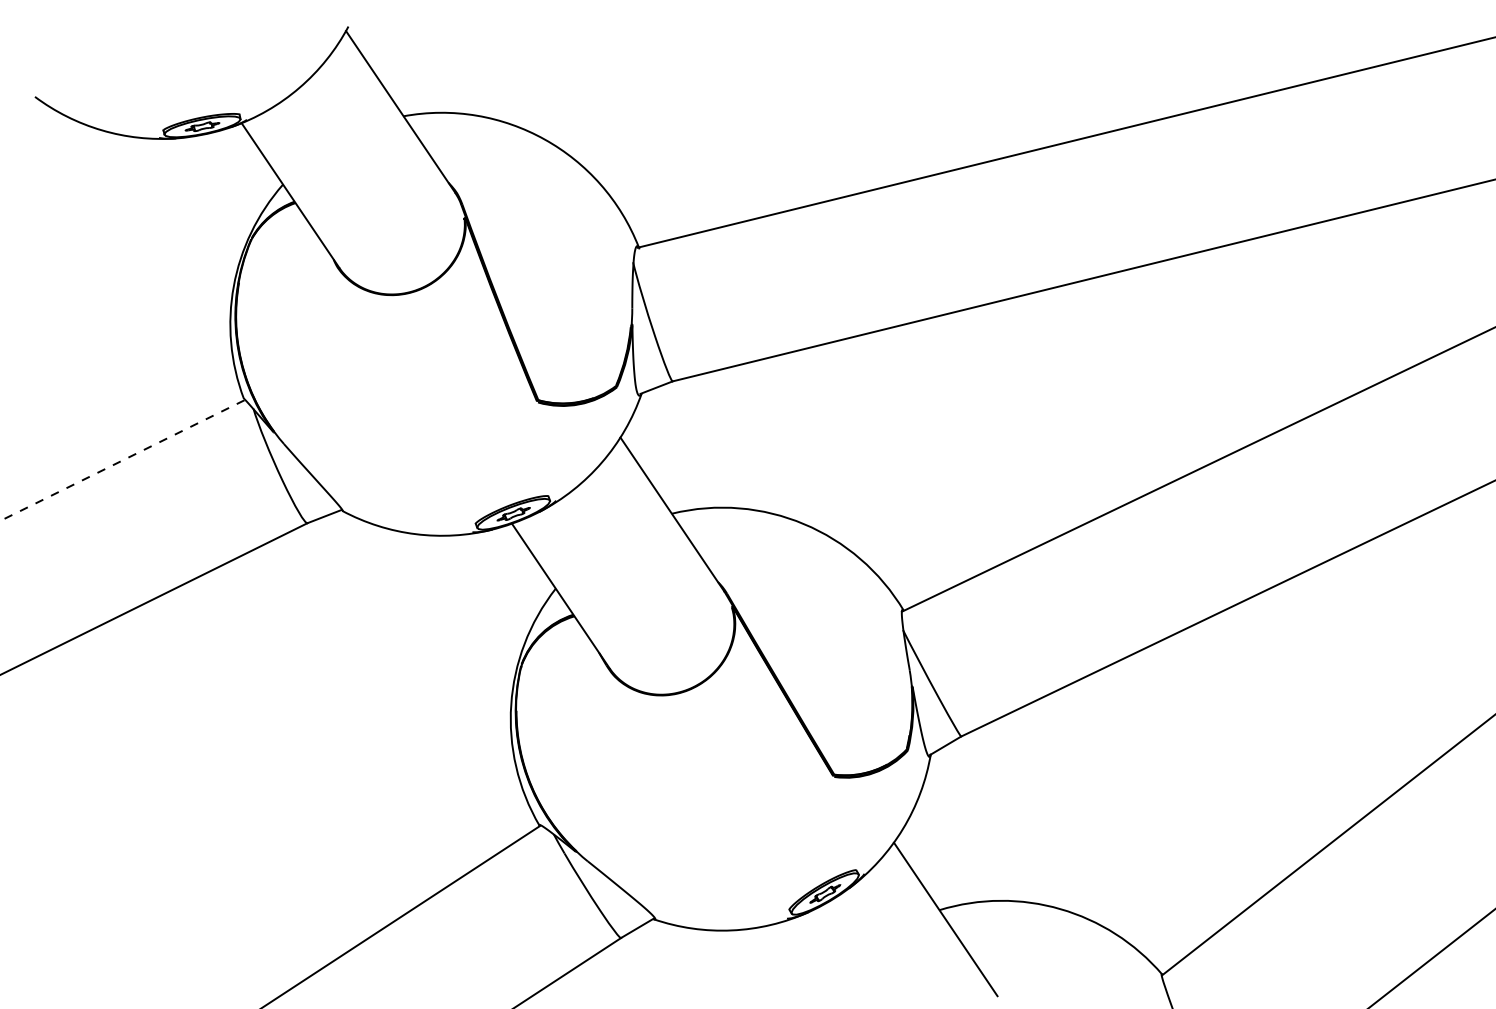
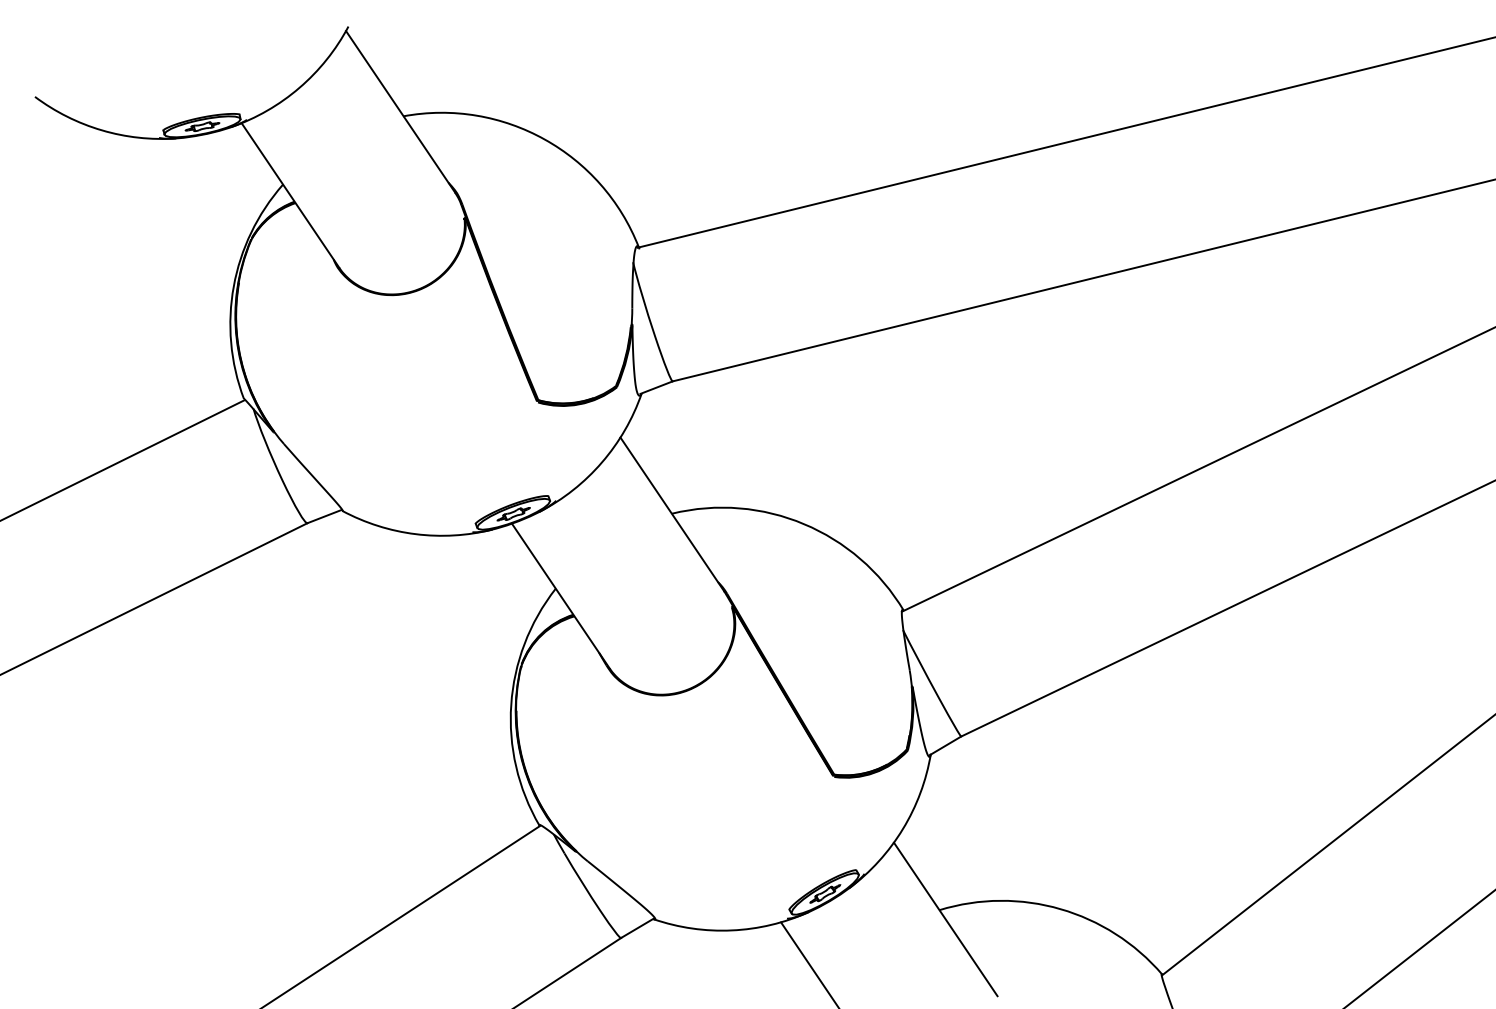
line at (122, 460): dashed -> solid
line at (1432, 958) position: (1432, 958) -> (1419, 948)
line at (809, 963): none -> present
